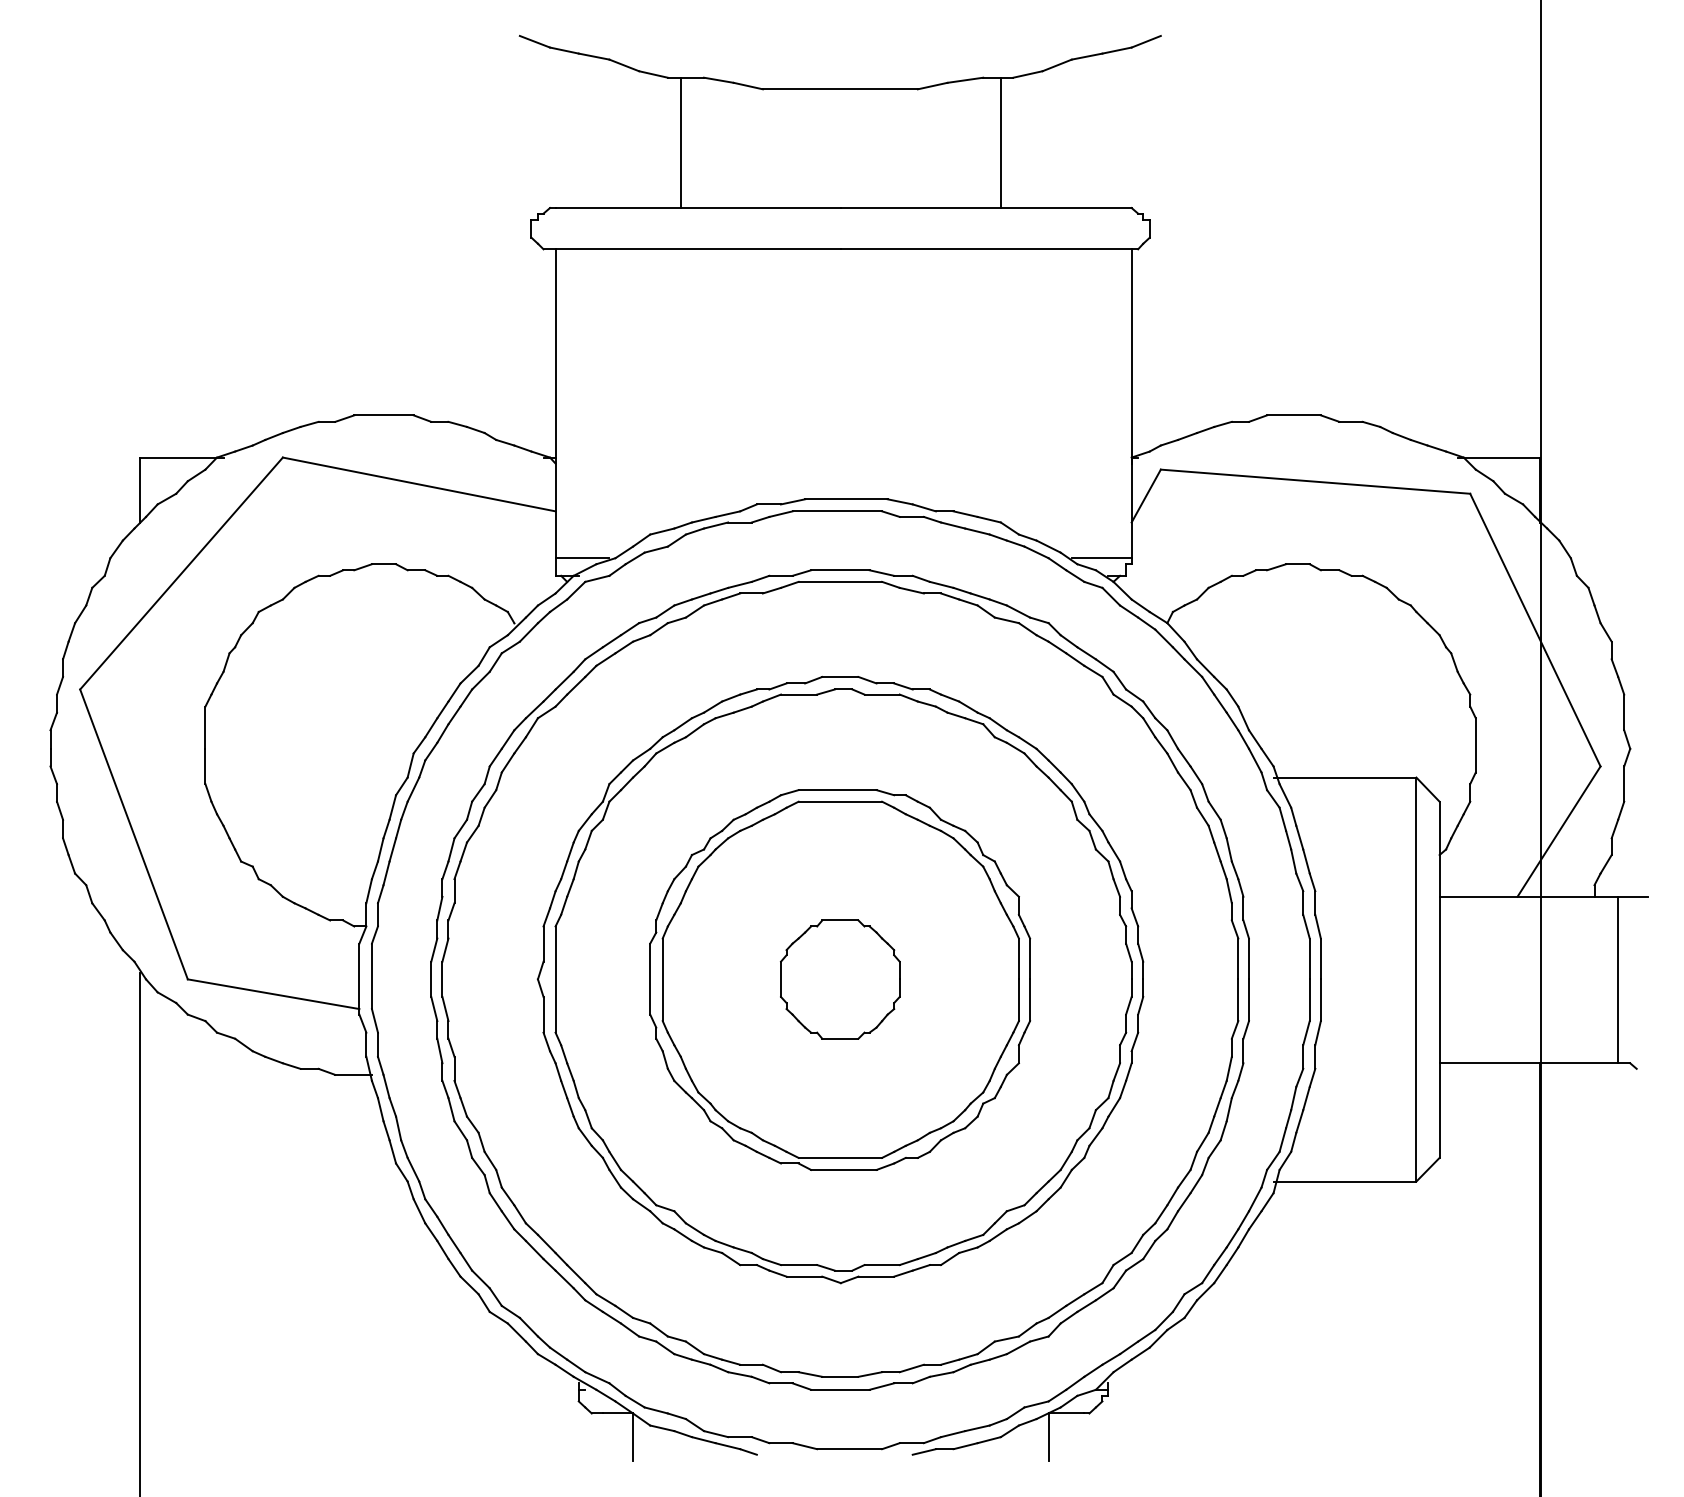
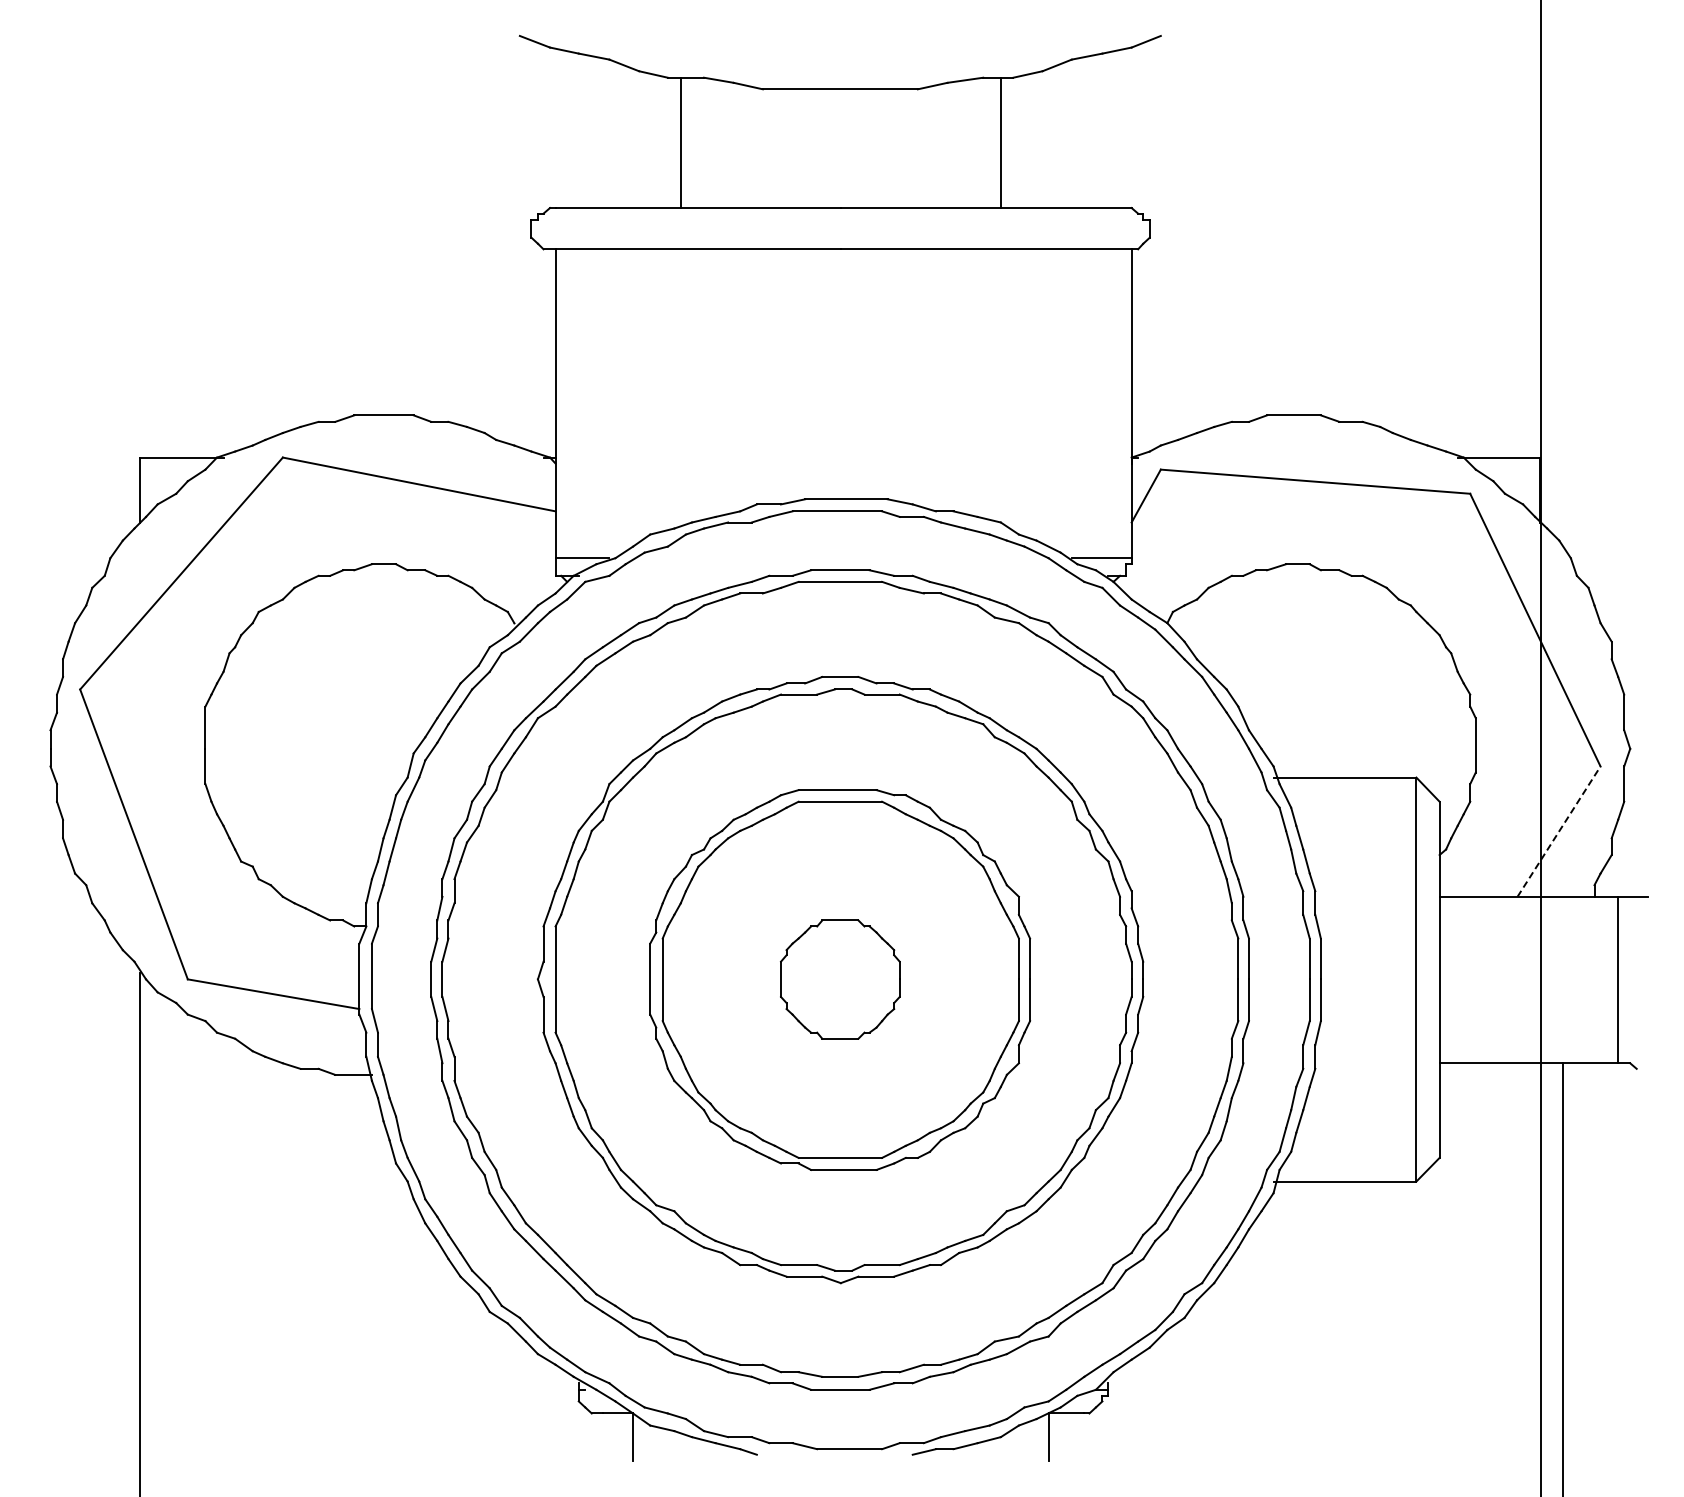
line at (1559, 831): solid -> dashed
line at (1540, 1278) position: (1540, 1278) -> (1563, 1278)
